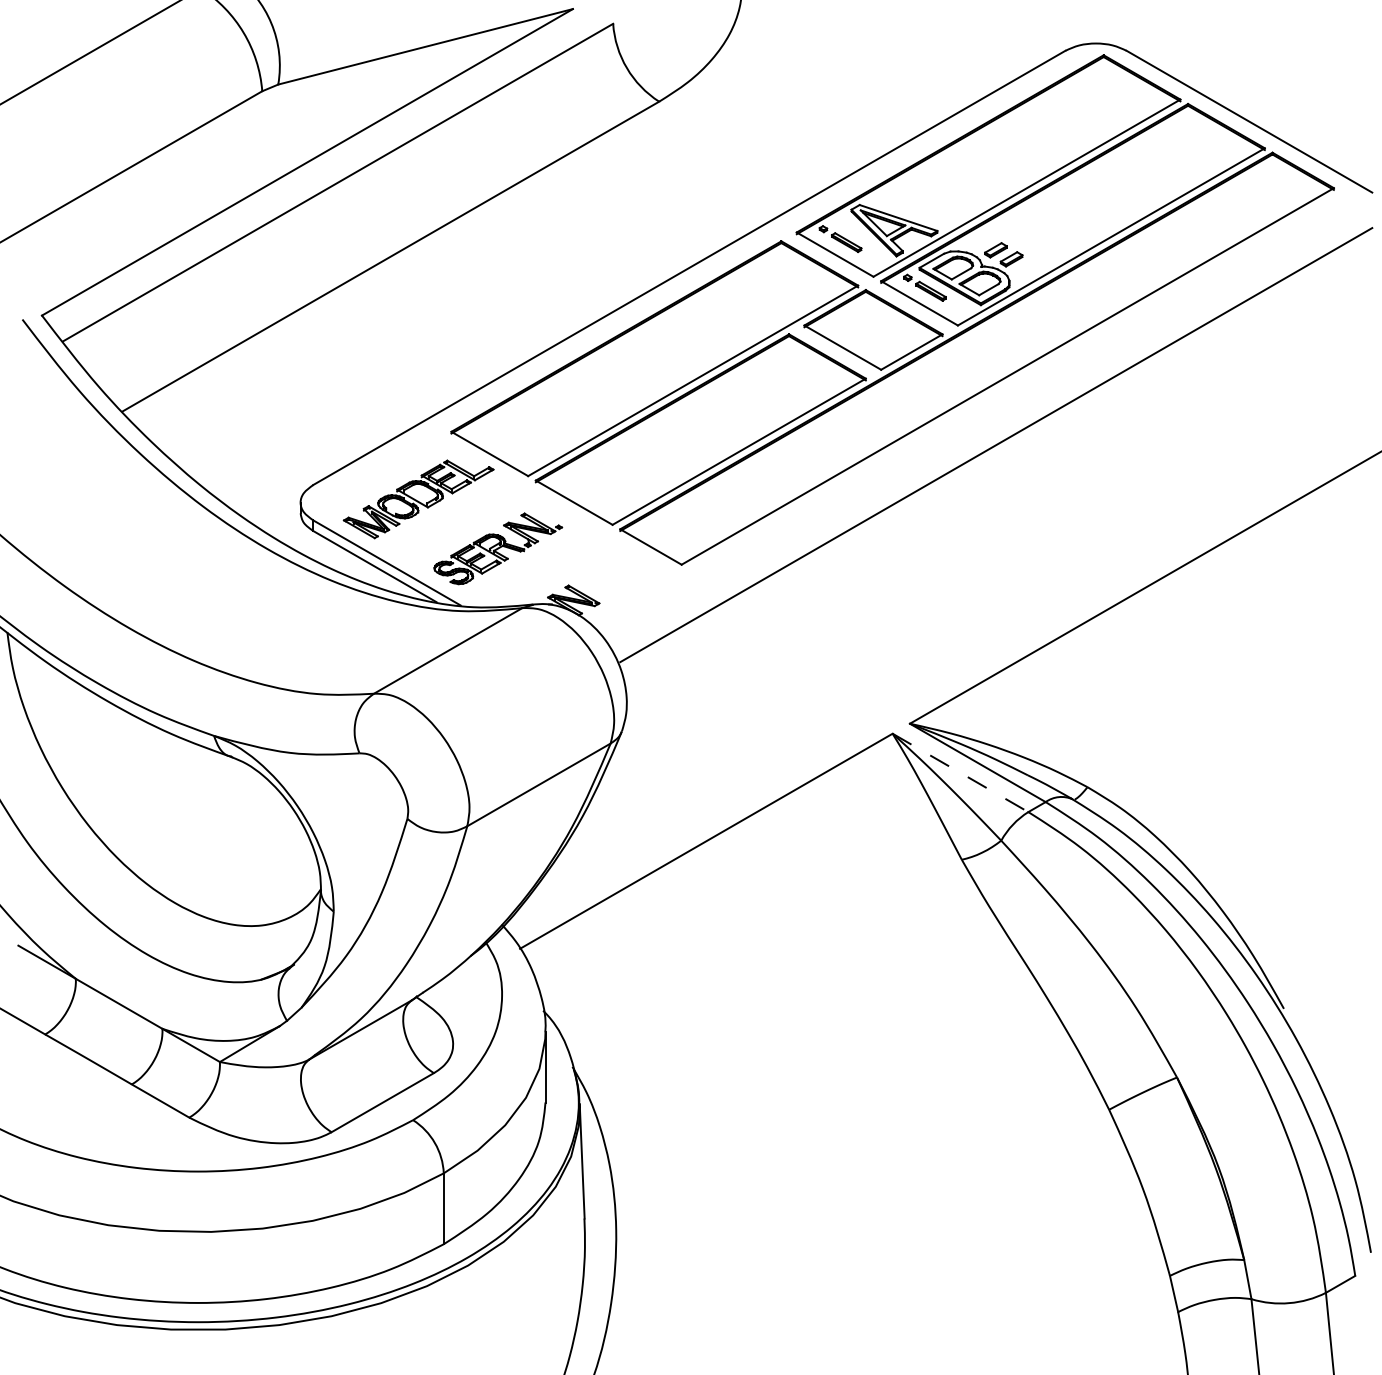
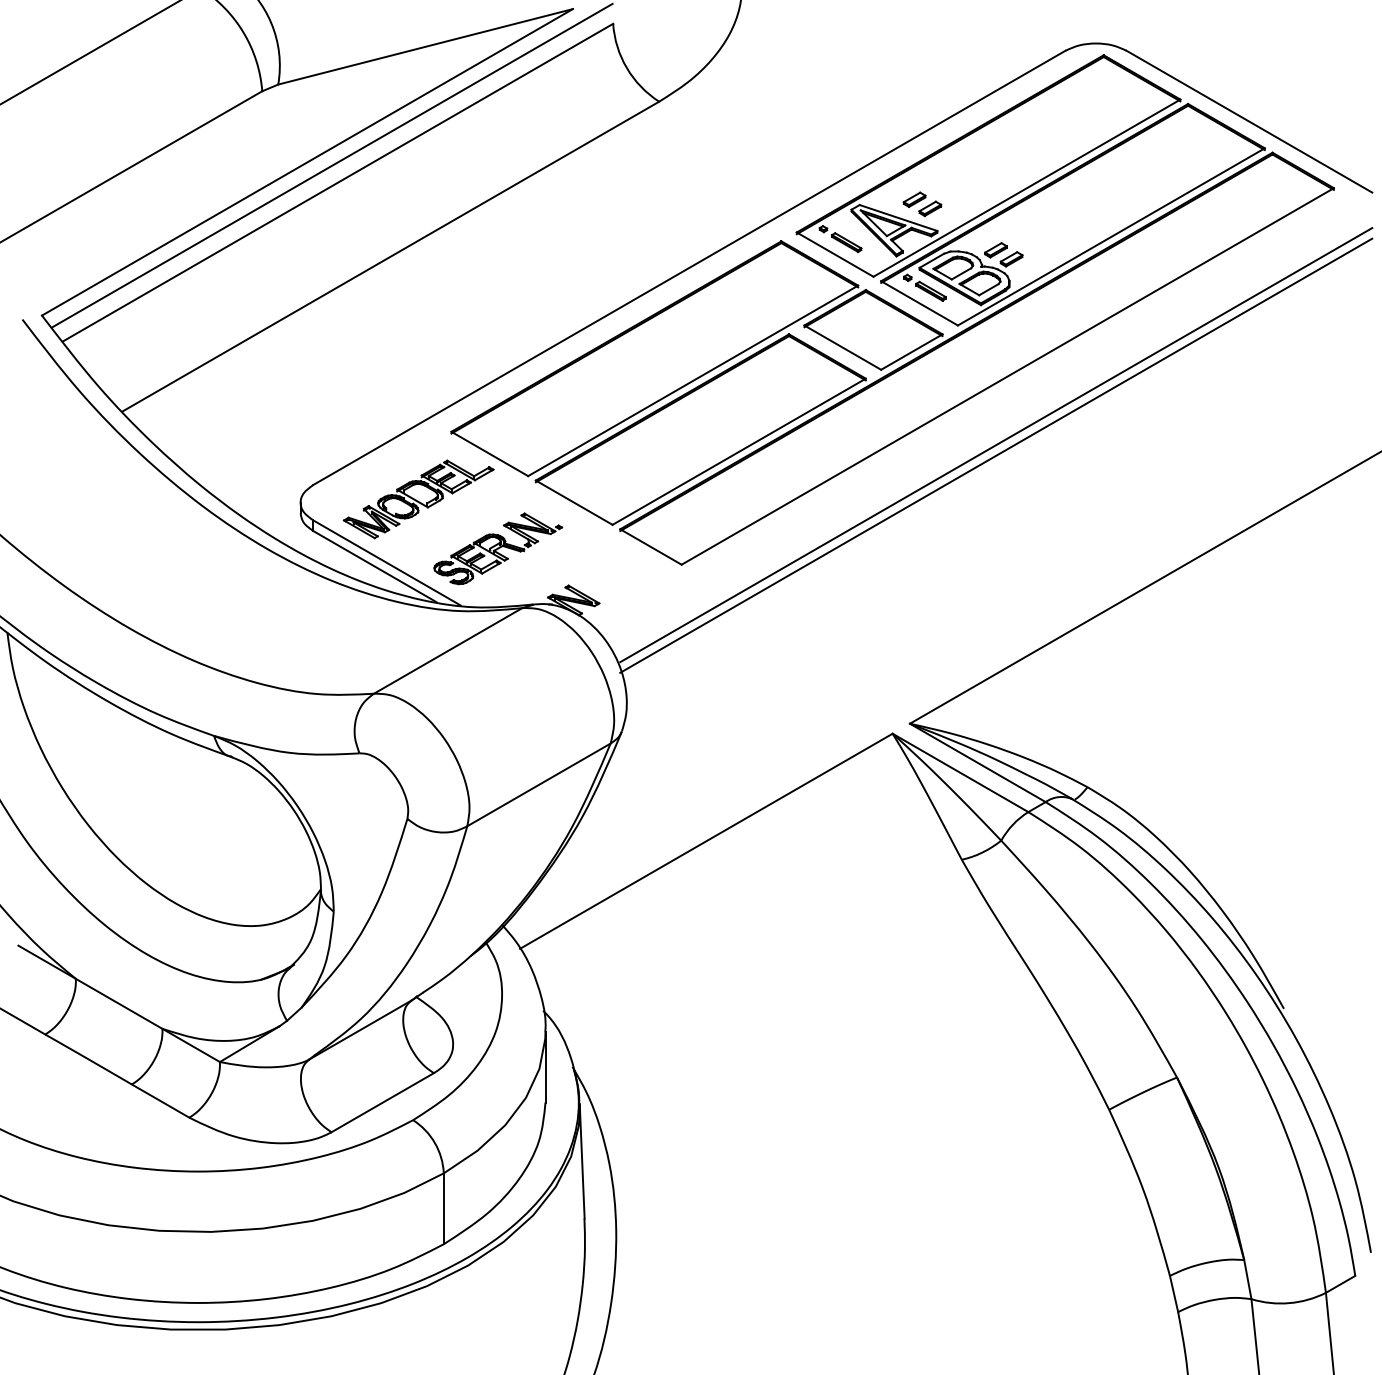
line at (331, 165): none -> present
part at (922, 204): none -> present
line at (996, 455): none -> present
line at (960, 773): dashed -> solid
